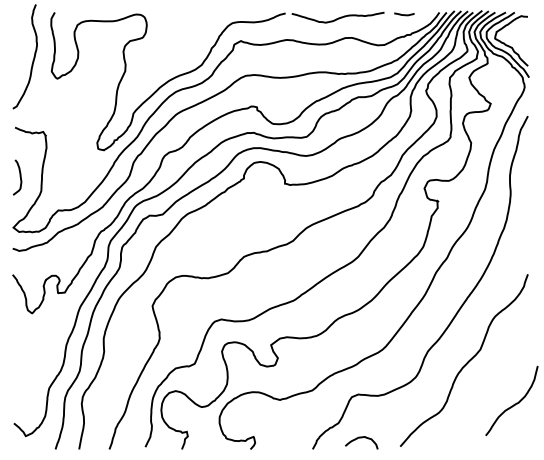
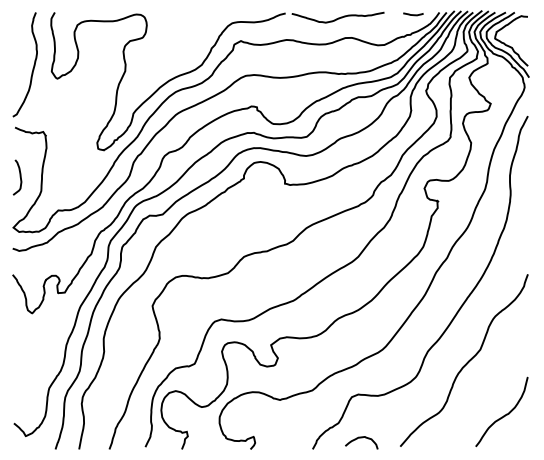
curve at (404, 14) position: (404, 14) -> (413, 14)
curve at (32, 60) position: (32, 60) -> (32, 68)
curve at (514, 403) position: (514, 403) -> (504, 414)
